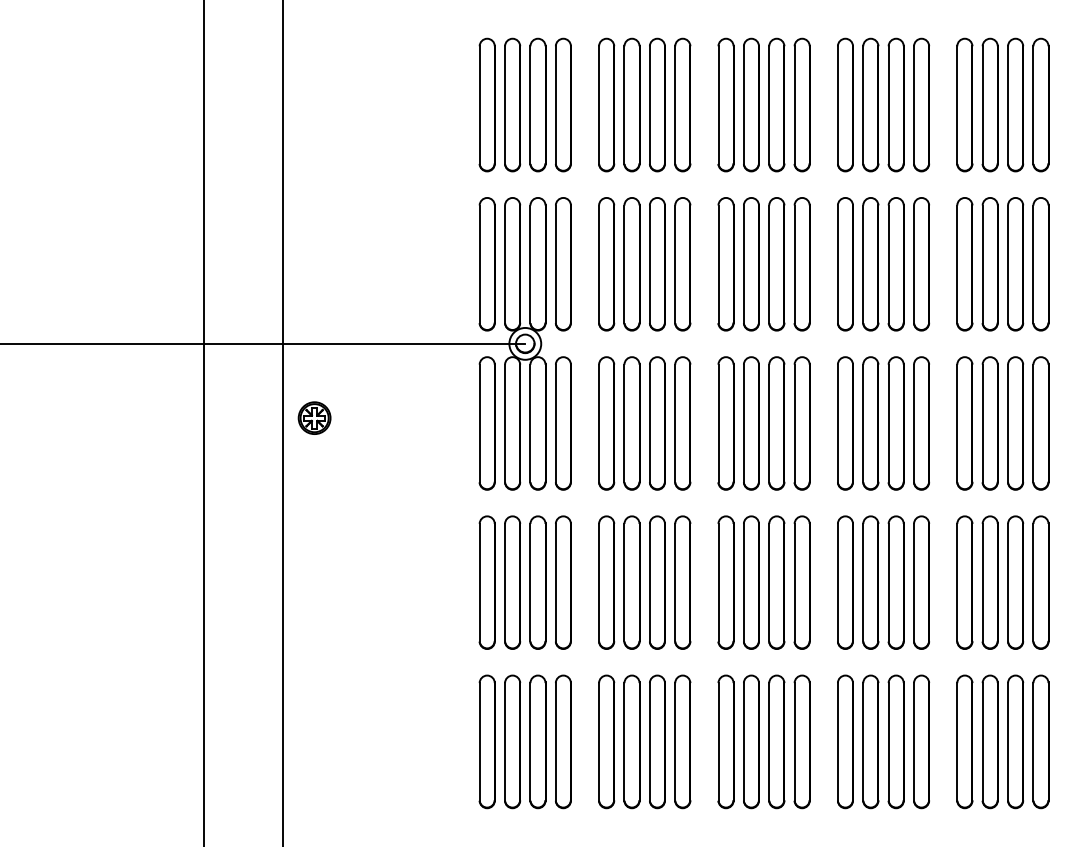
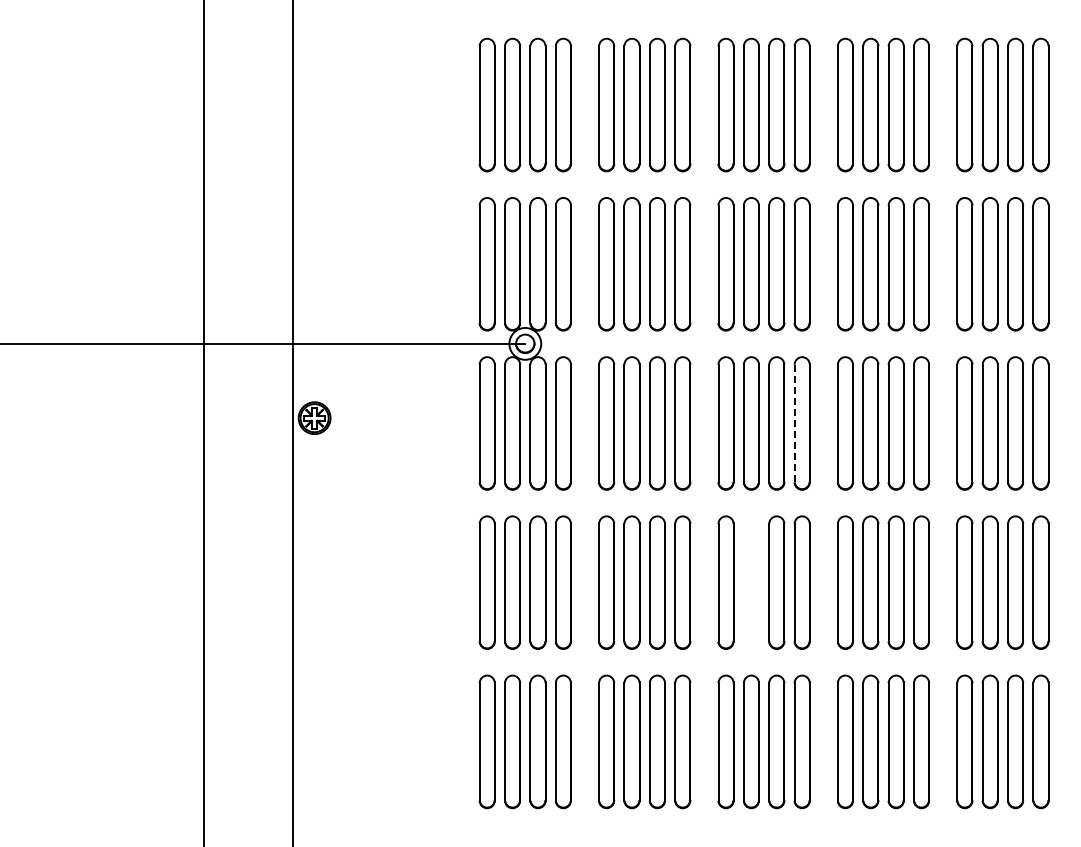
line at (282, 422) position: (282, 422) -> (292, 422)
line at (794, 423): solid -> dashed
part at (751, 582): present -> none
